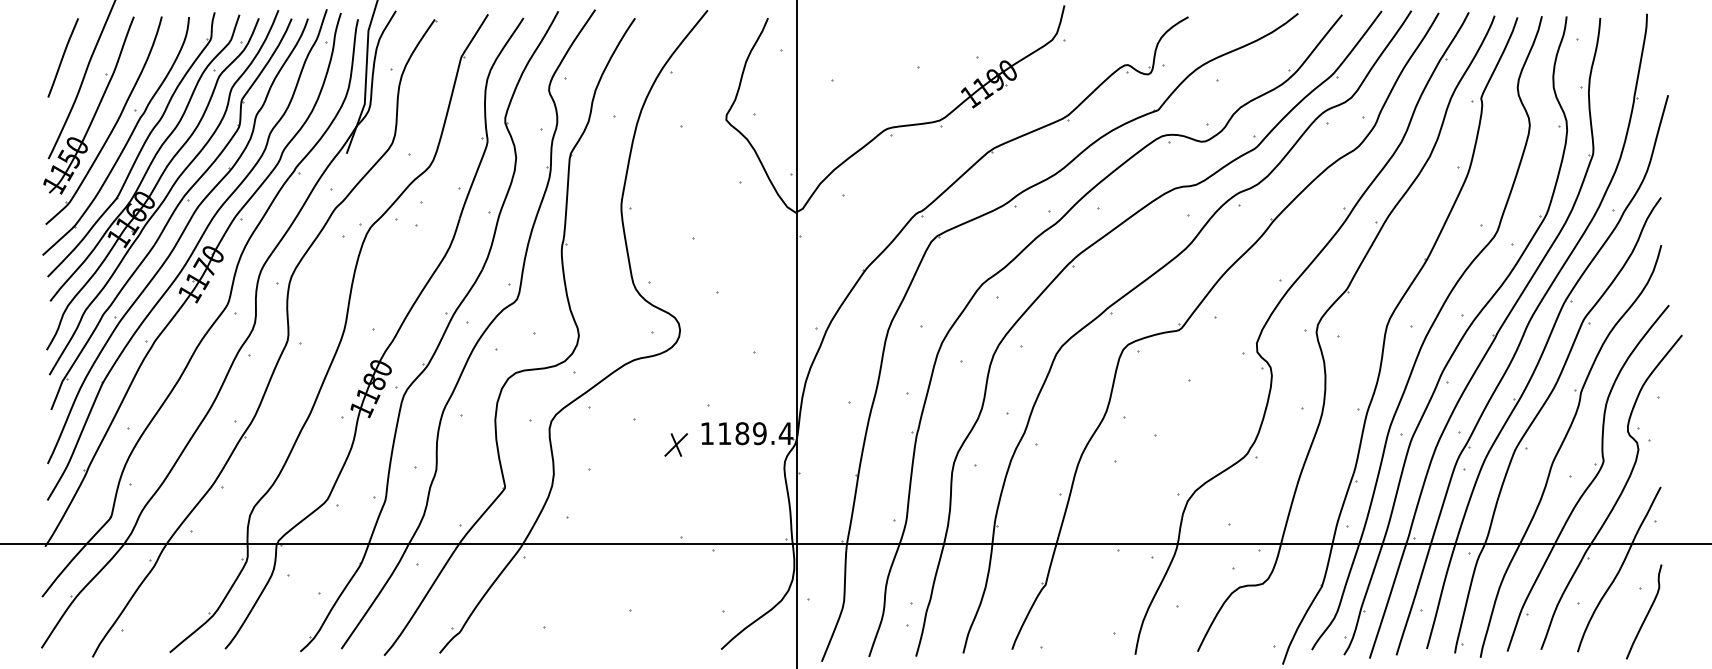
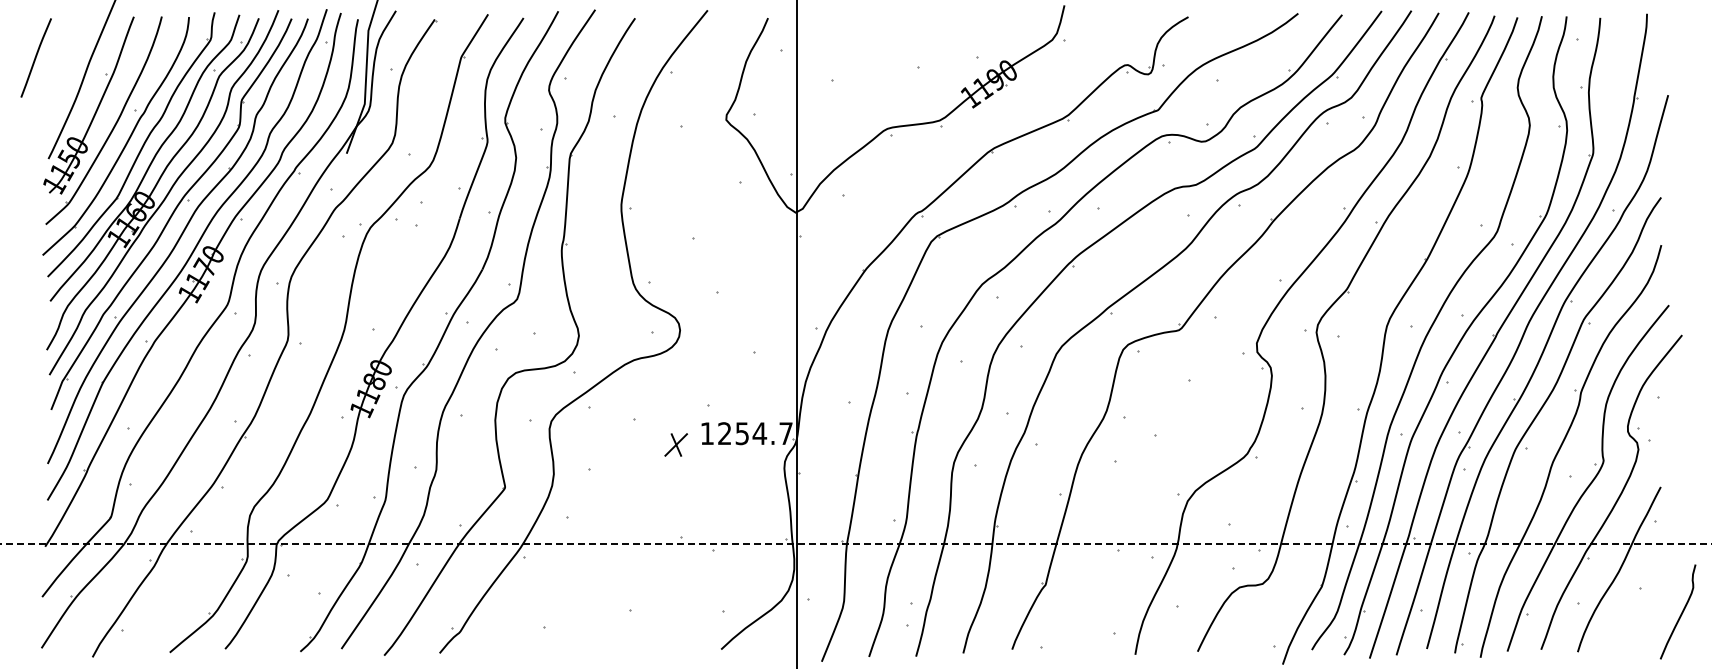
line at (62, 57) position: (62, 57) -> (35, 57)
text at (755, 433): 1189.4 -> 1254.7
line at (856, 543): solid -> dashed
curve at (1647, 612) position: (1647, 612) -> (1681, 612)
